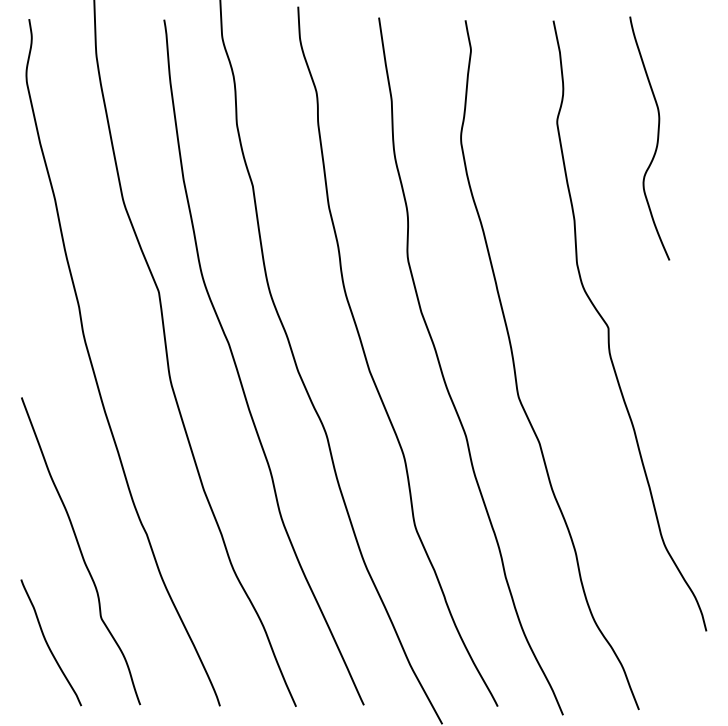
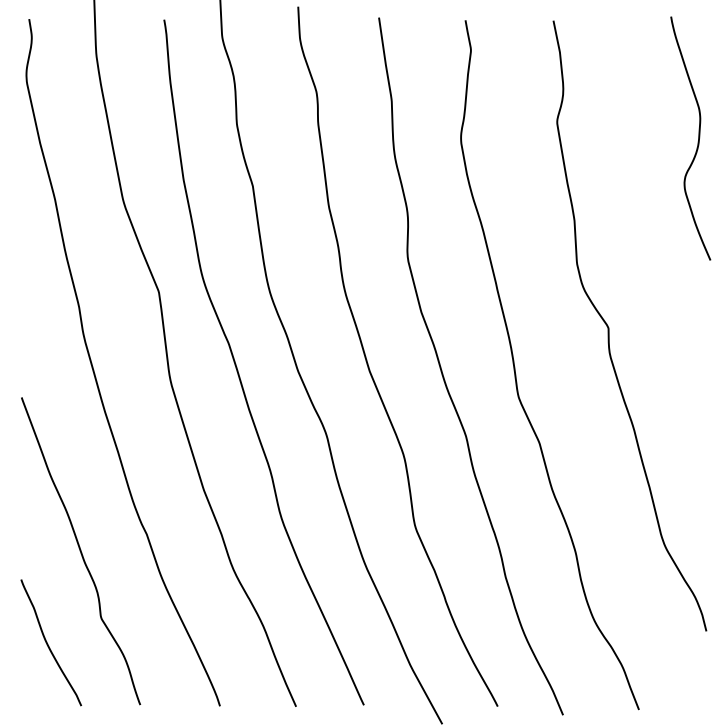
curve at (656, 141) position: (656, 141) -> (697, 141)
